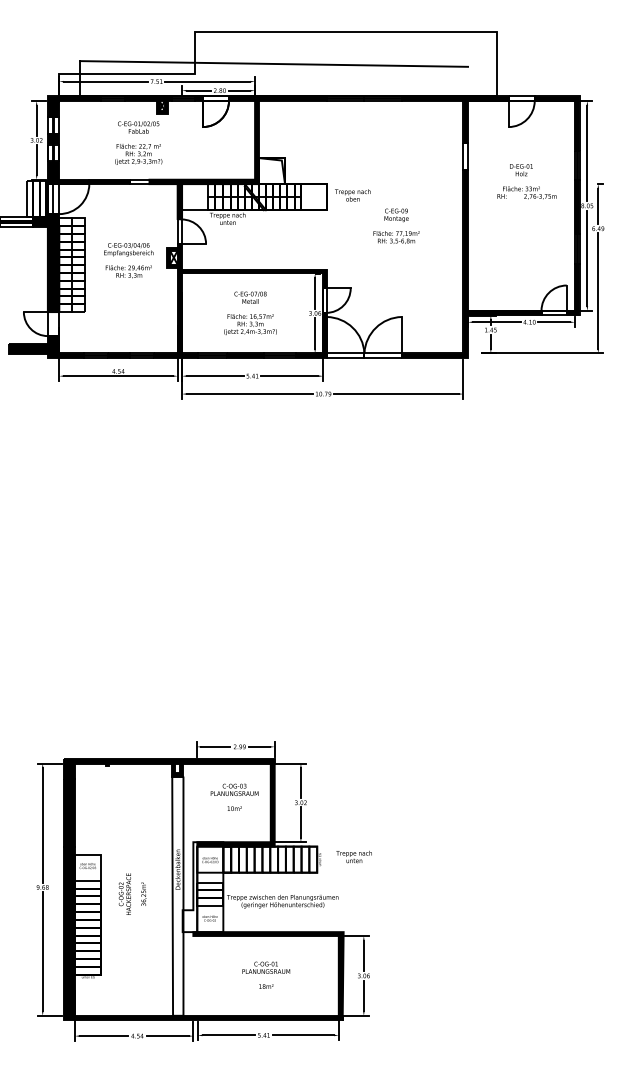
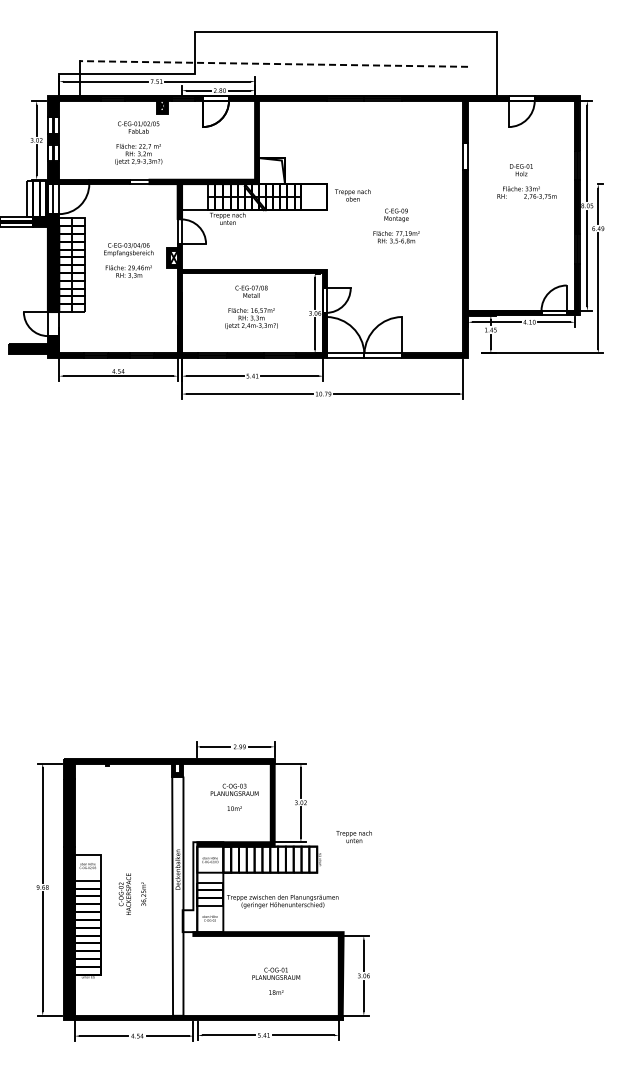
line at (274, 63): solid -> dashed
text at (250, 312) position: (250, 312) -> (251, 306)
text at (353, 856) position: (353, 856) -> (353, 836)
text at (266, 974) position: (266, 974) -> (276, 980)
